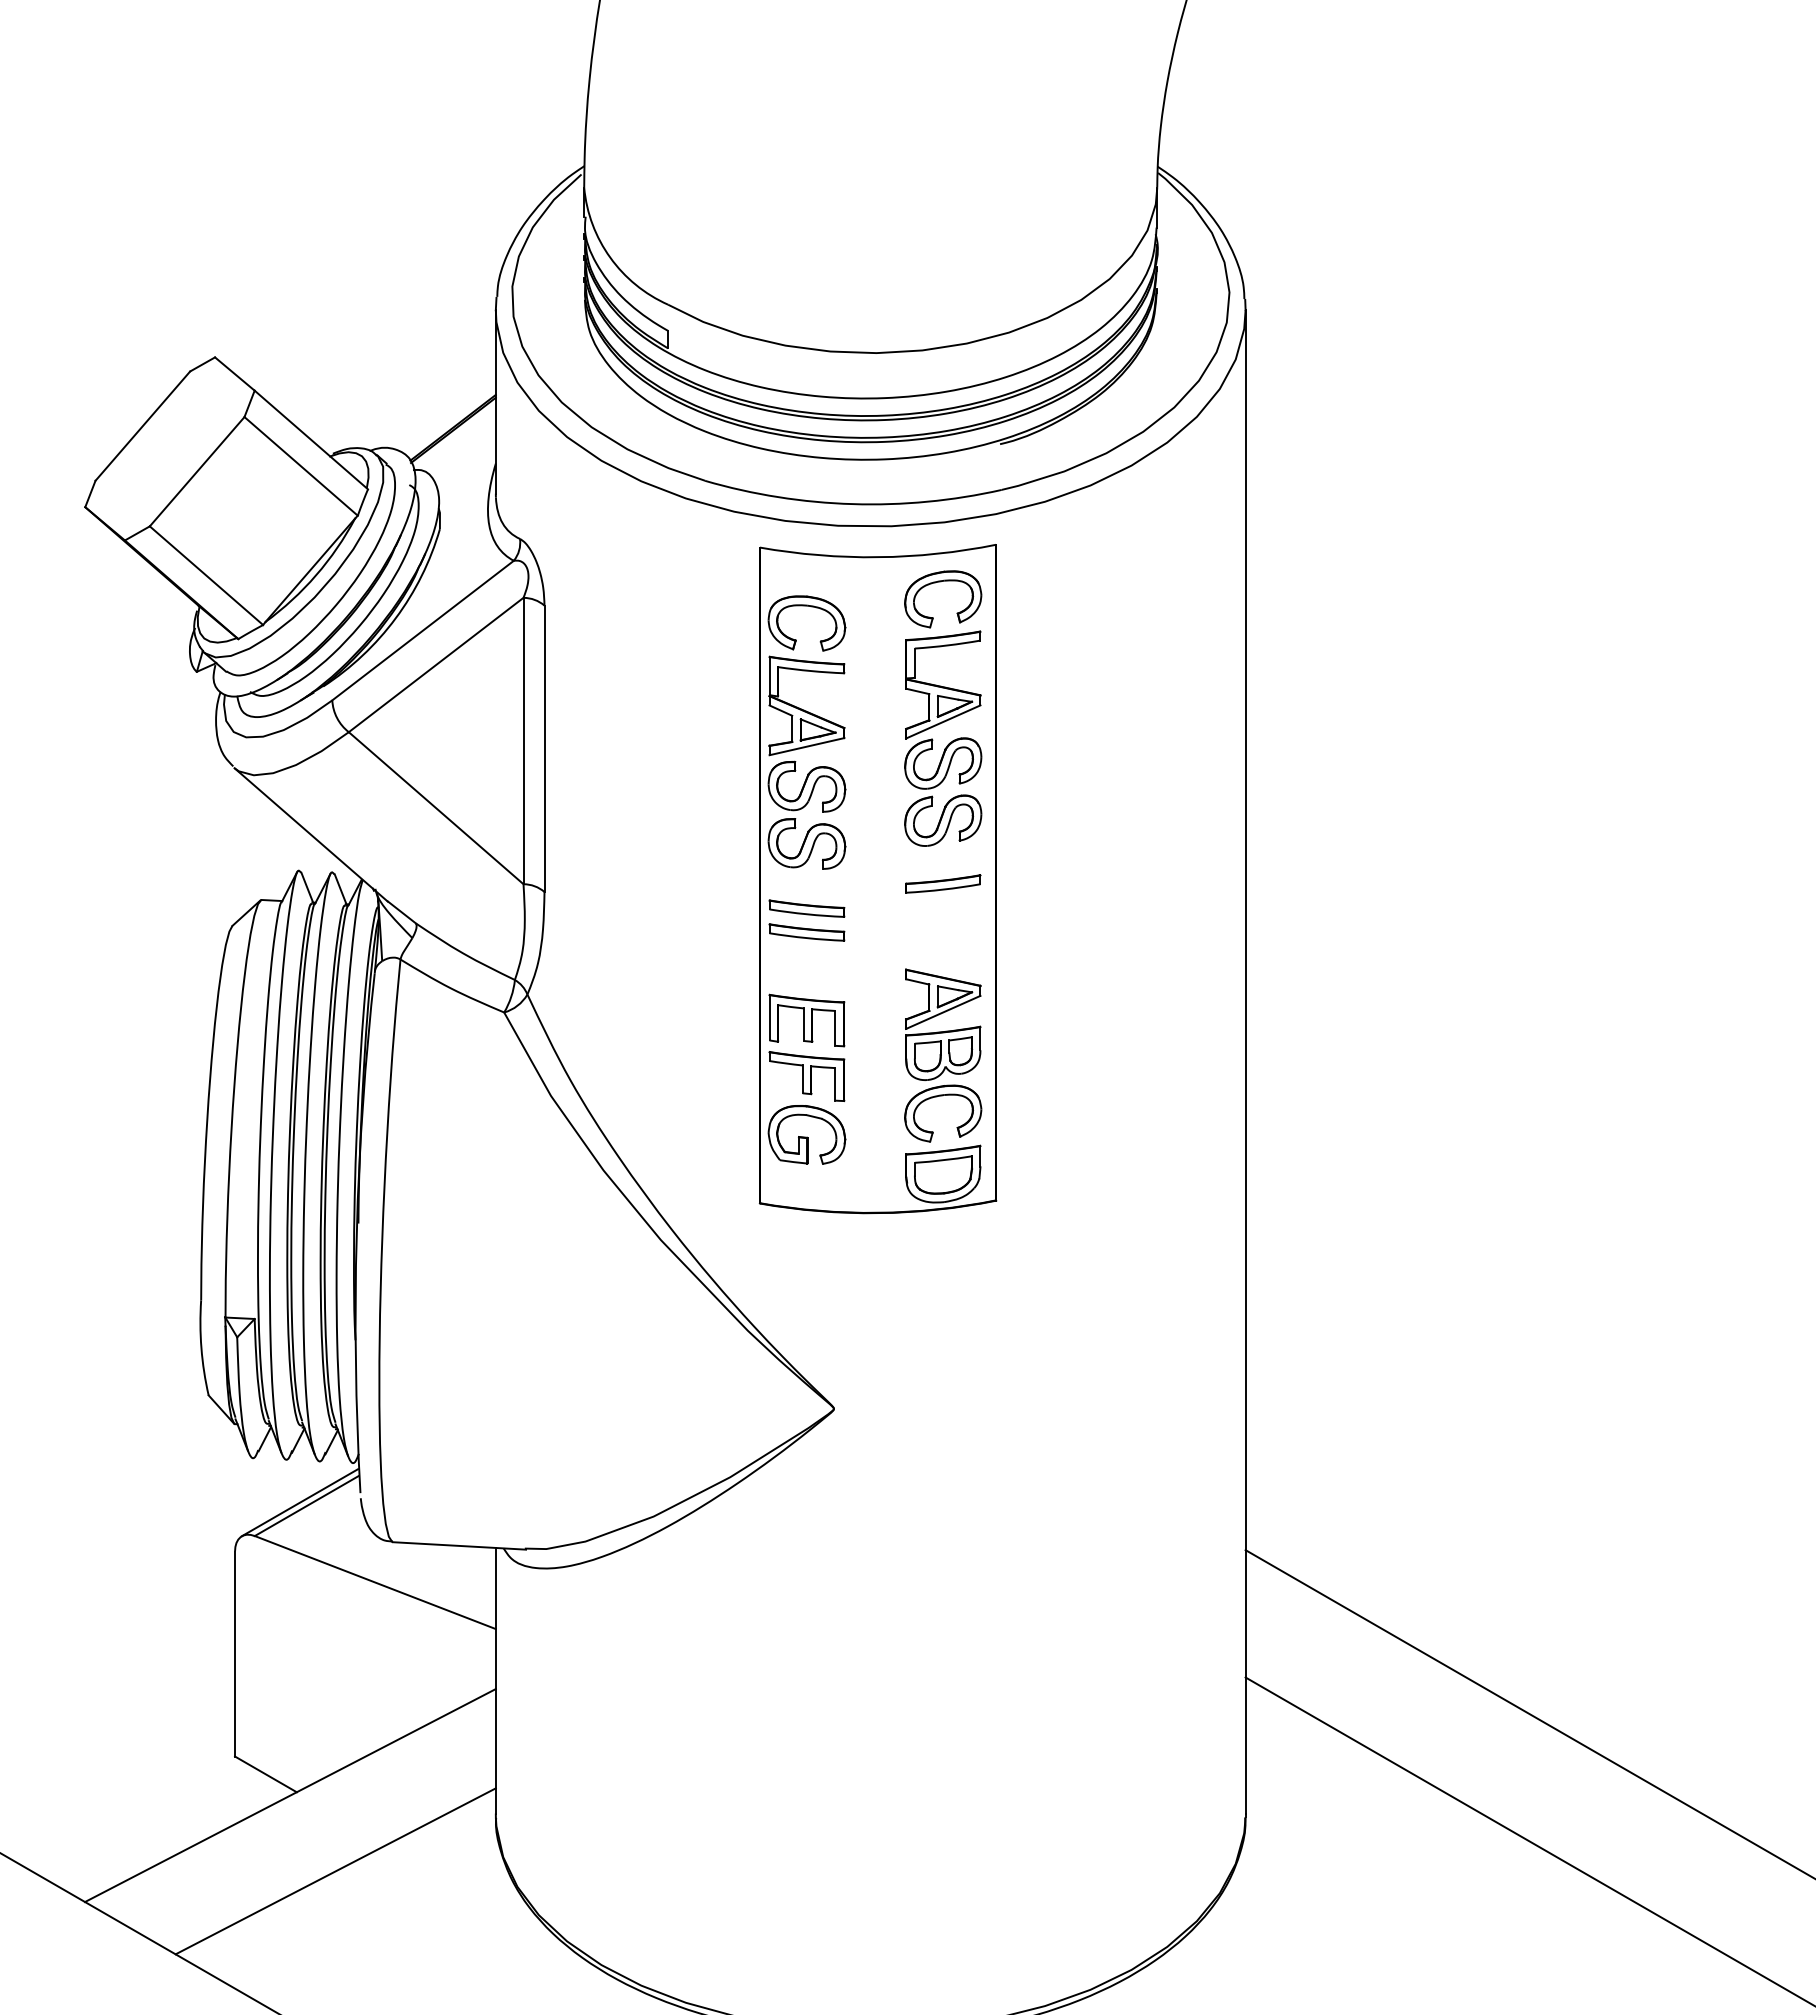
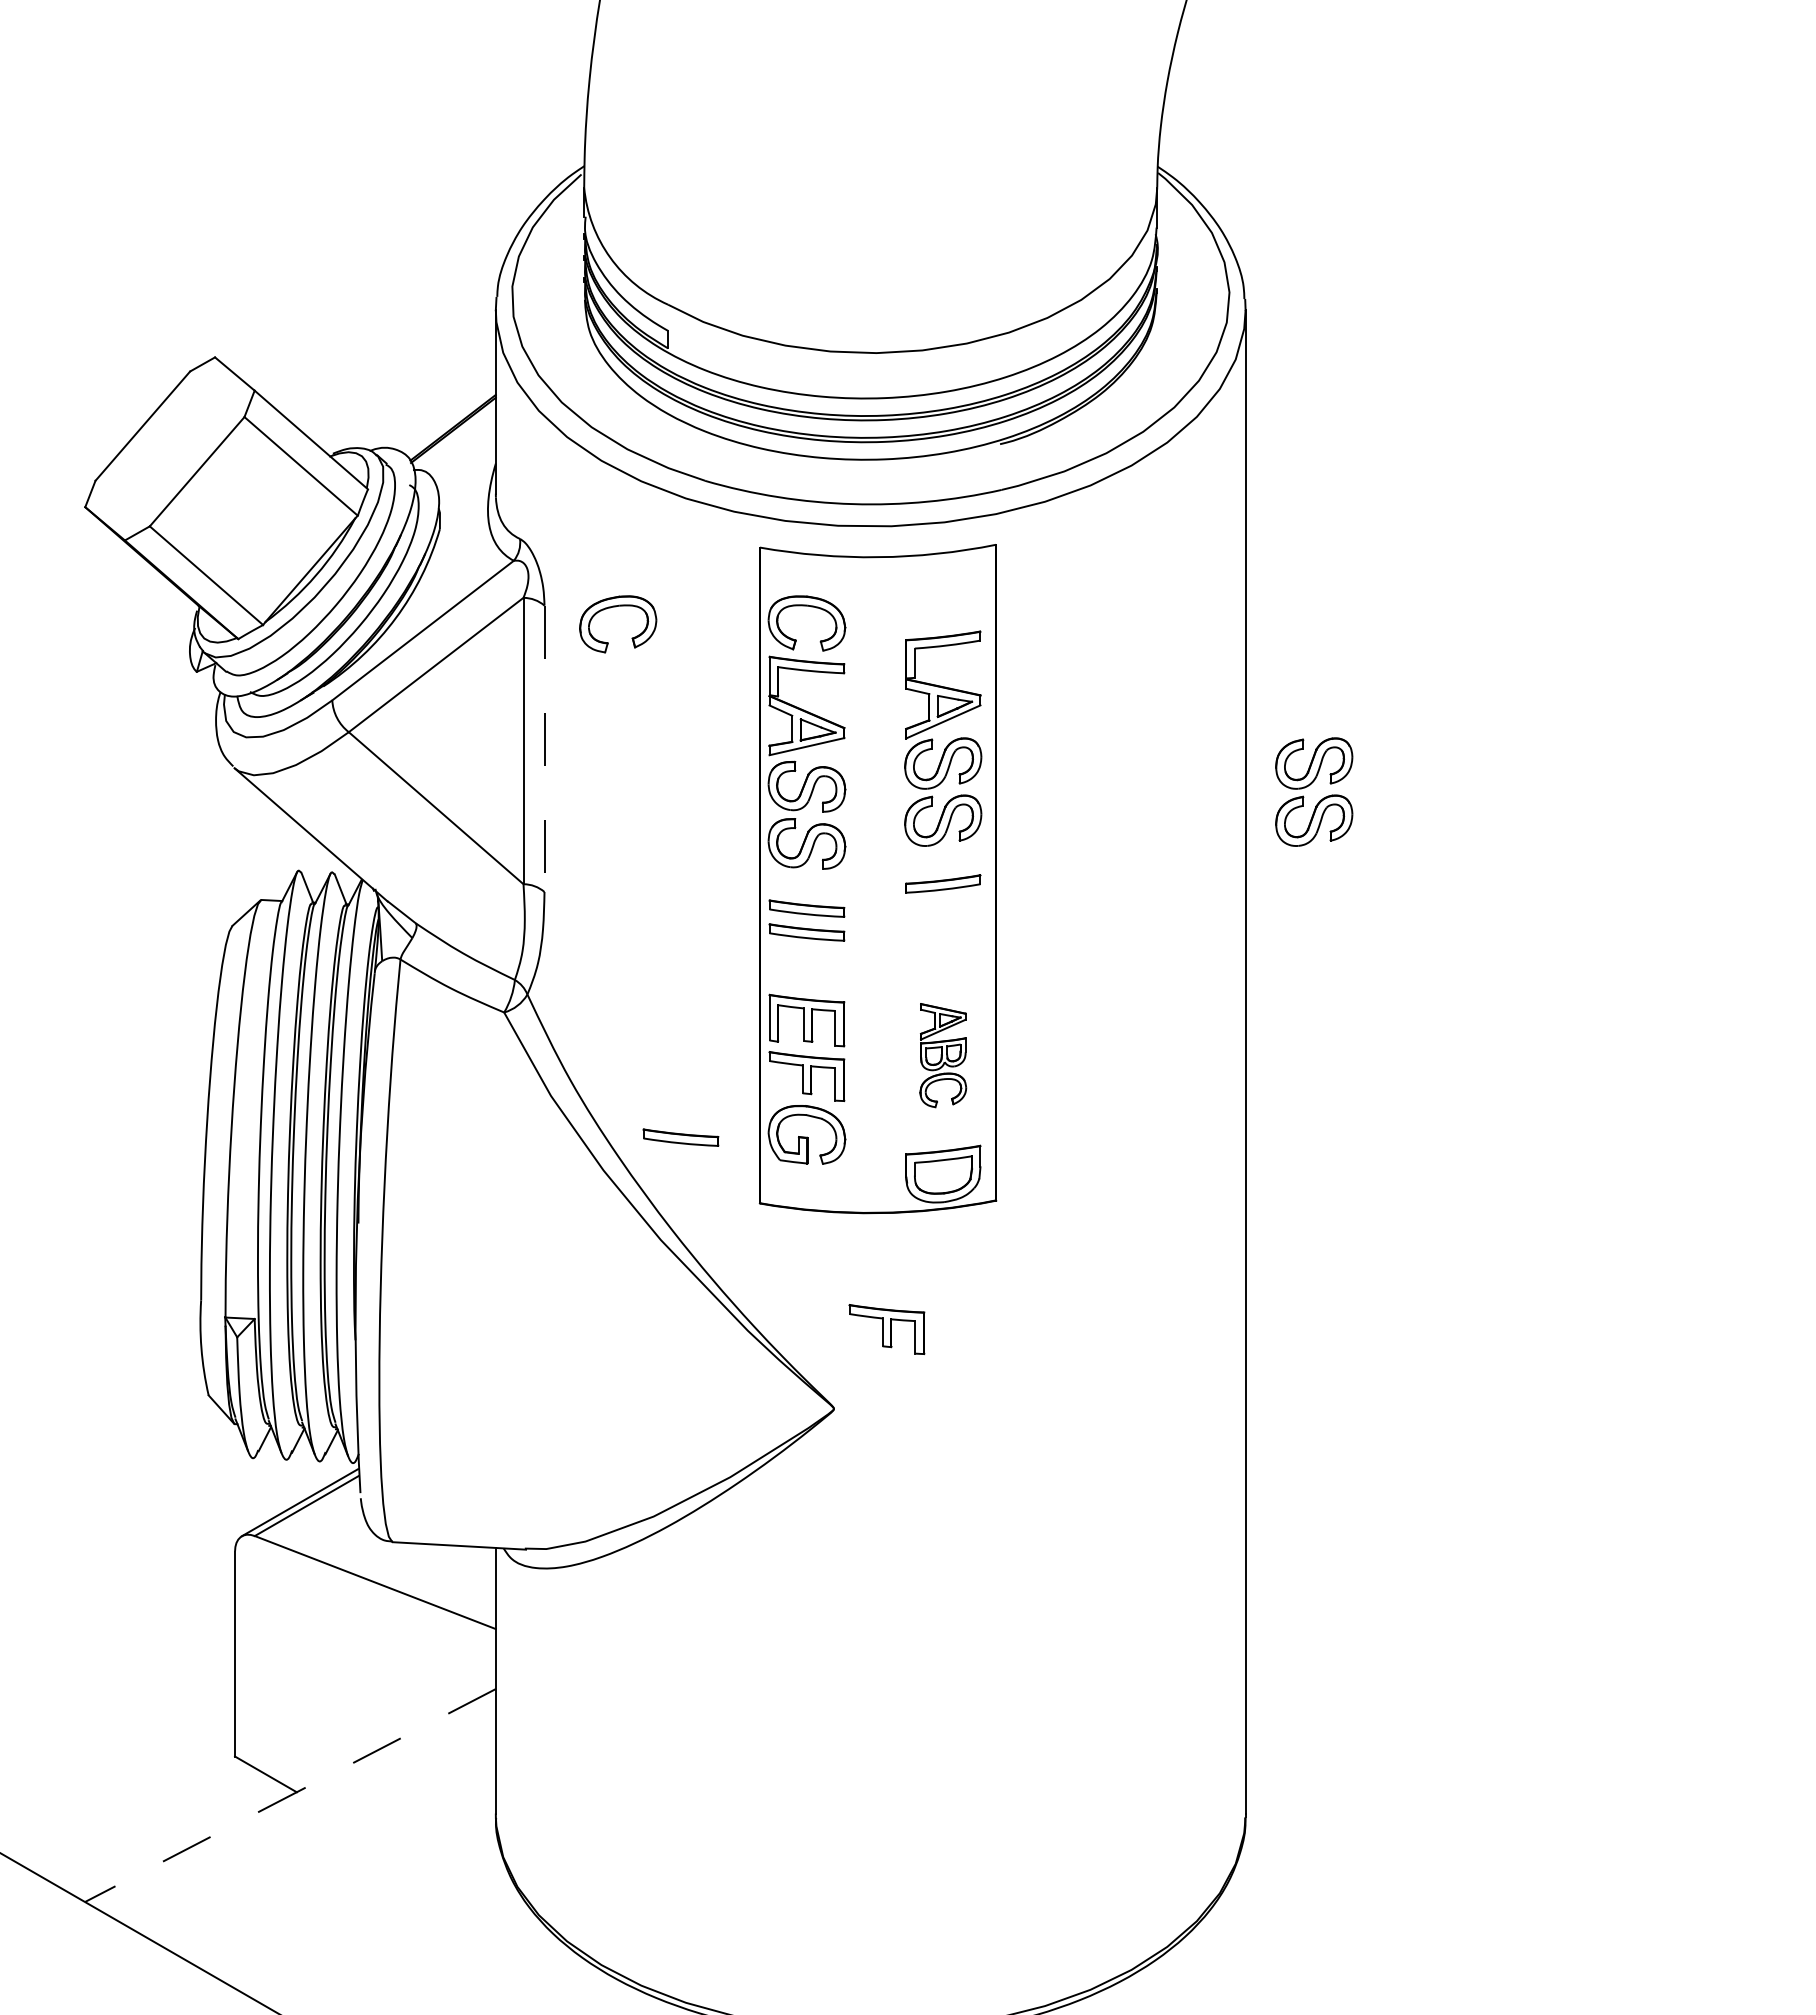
part at (940, 582) position: (940, 582) -> (615, 607)
line at (544, 749): solid -> dashed
part at (1310, 785): none -> present
part at (943, 1055) size: 79x175 px -> 49x106 px
part at (680, 1137): none -> present
part at (886, 1329): none -> present
line at (1528, 1713): present -> none
line at (289, 1795): solid -> dashed
line at (1528, 1840): present -> none
line at (335, 1871): present -> none
